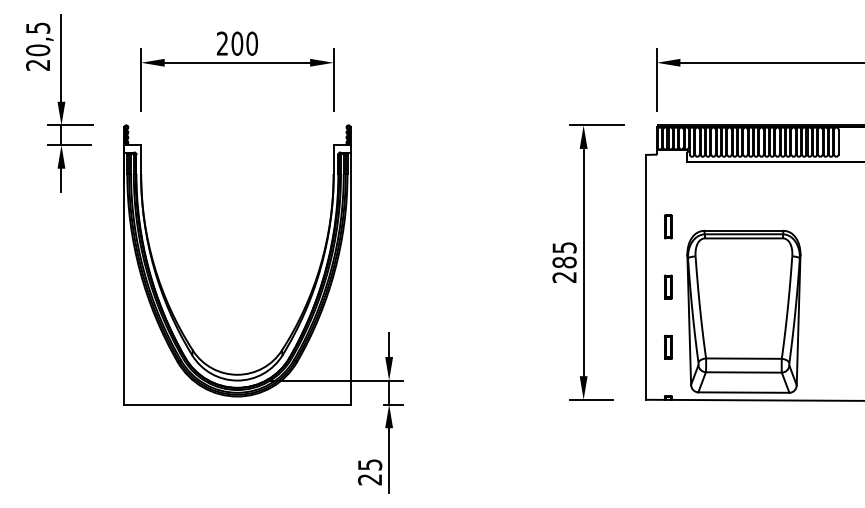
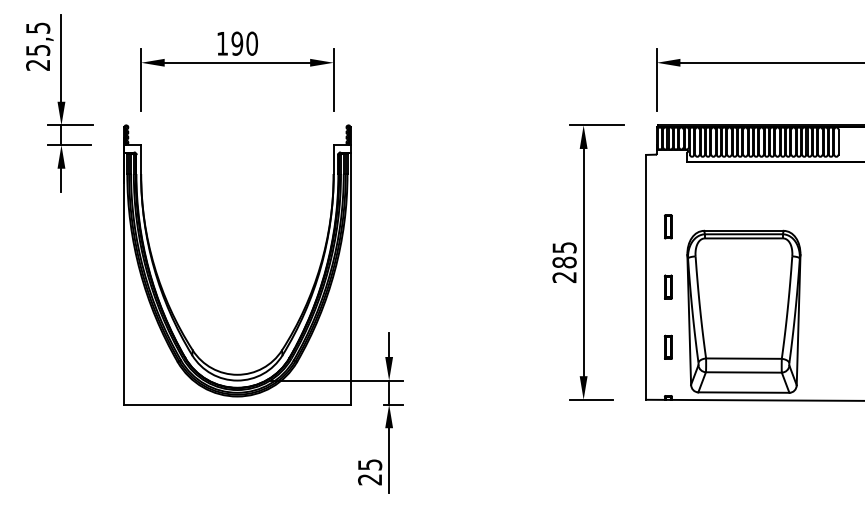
text at (229, 43): 200 -> 190
text at (38, 50): 20,5 -> 25,5
